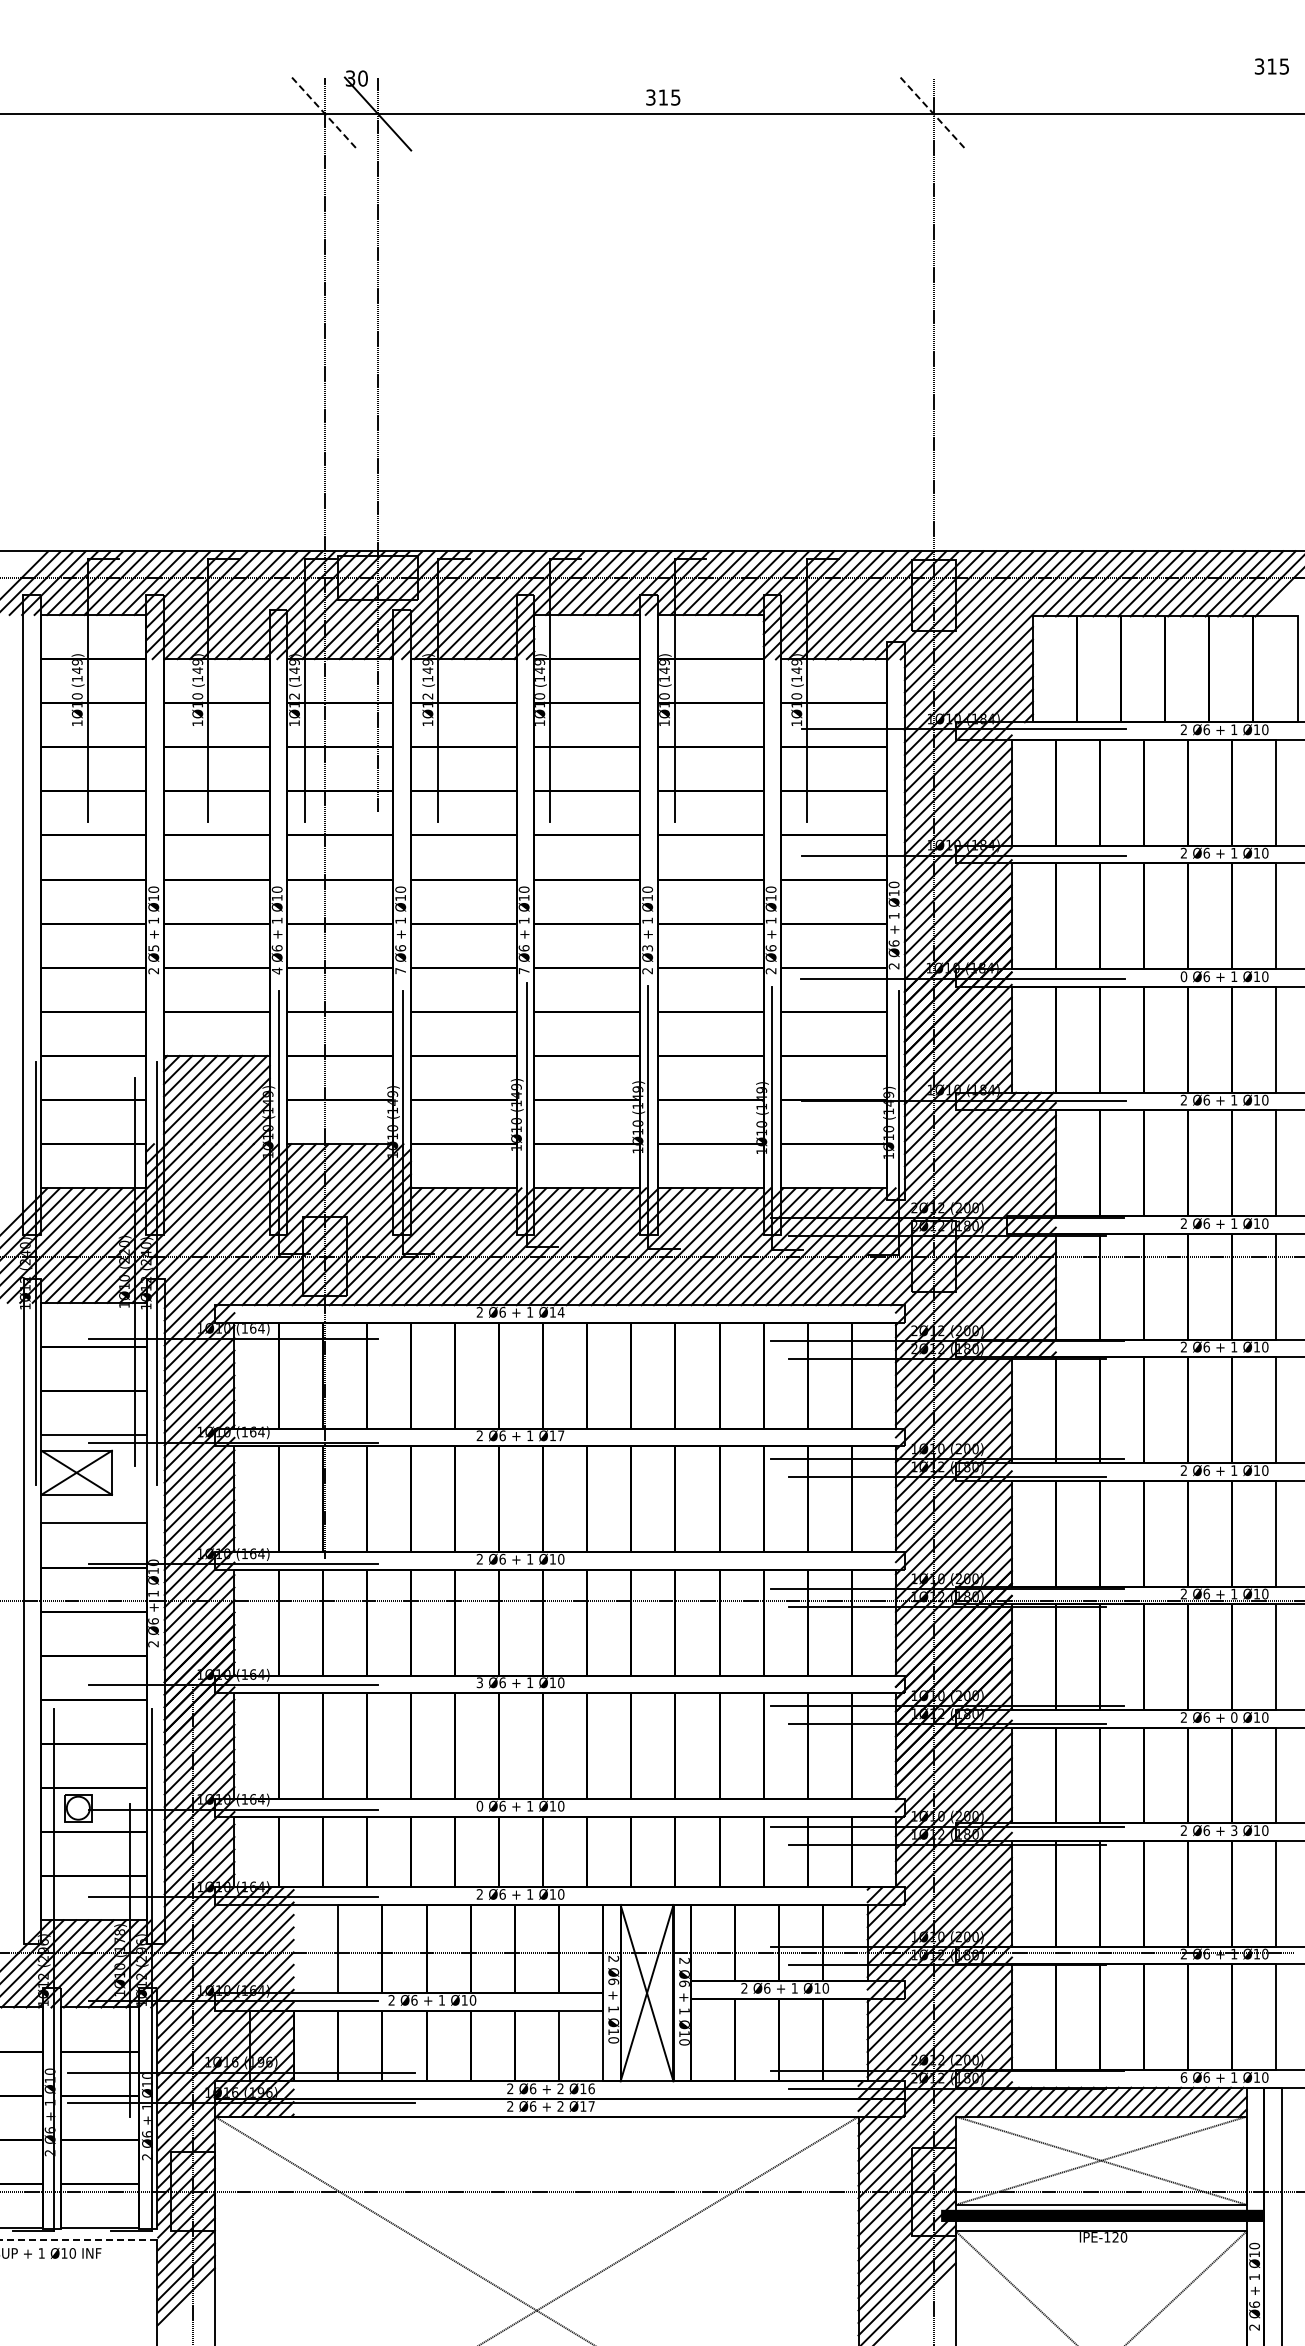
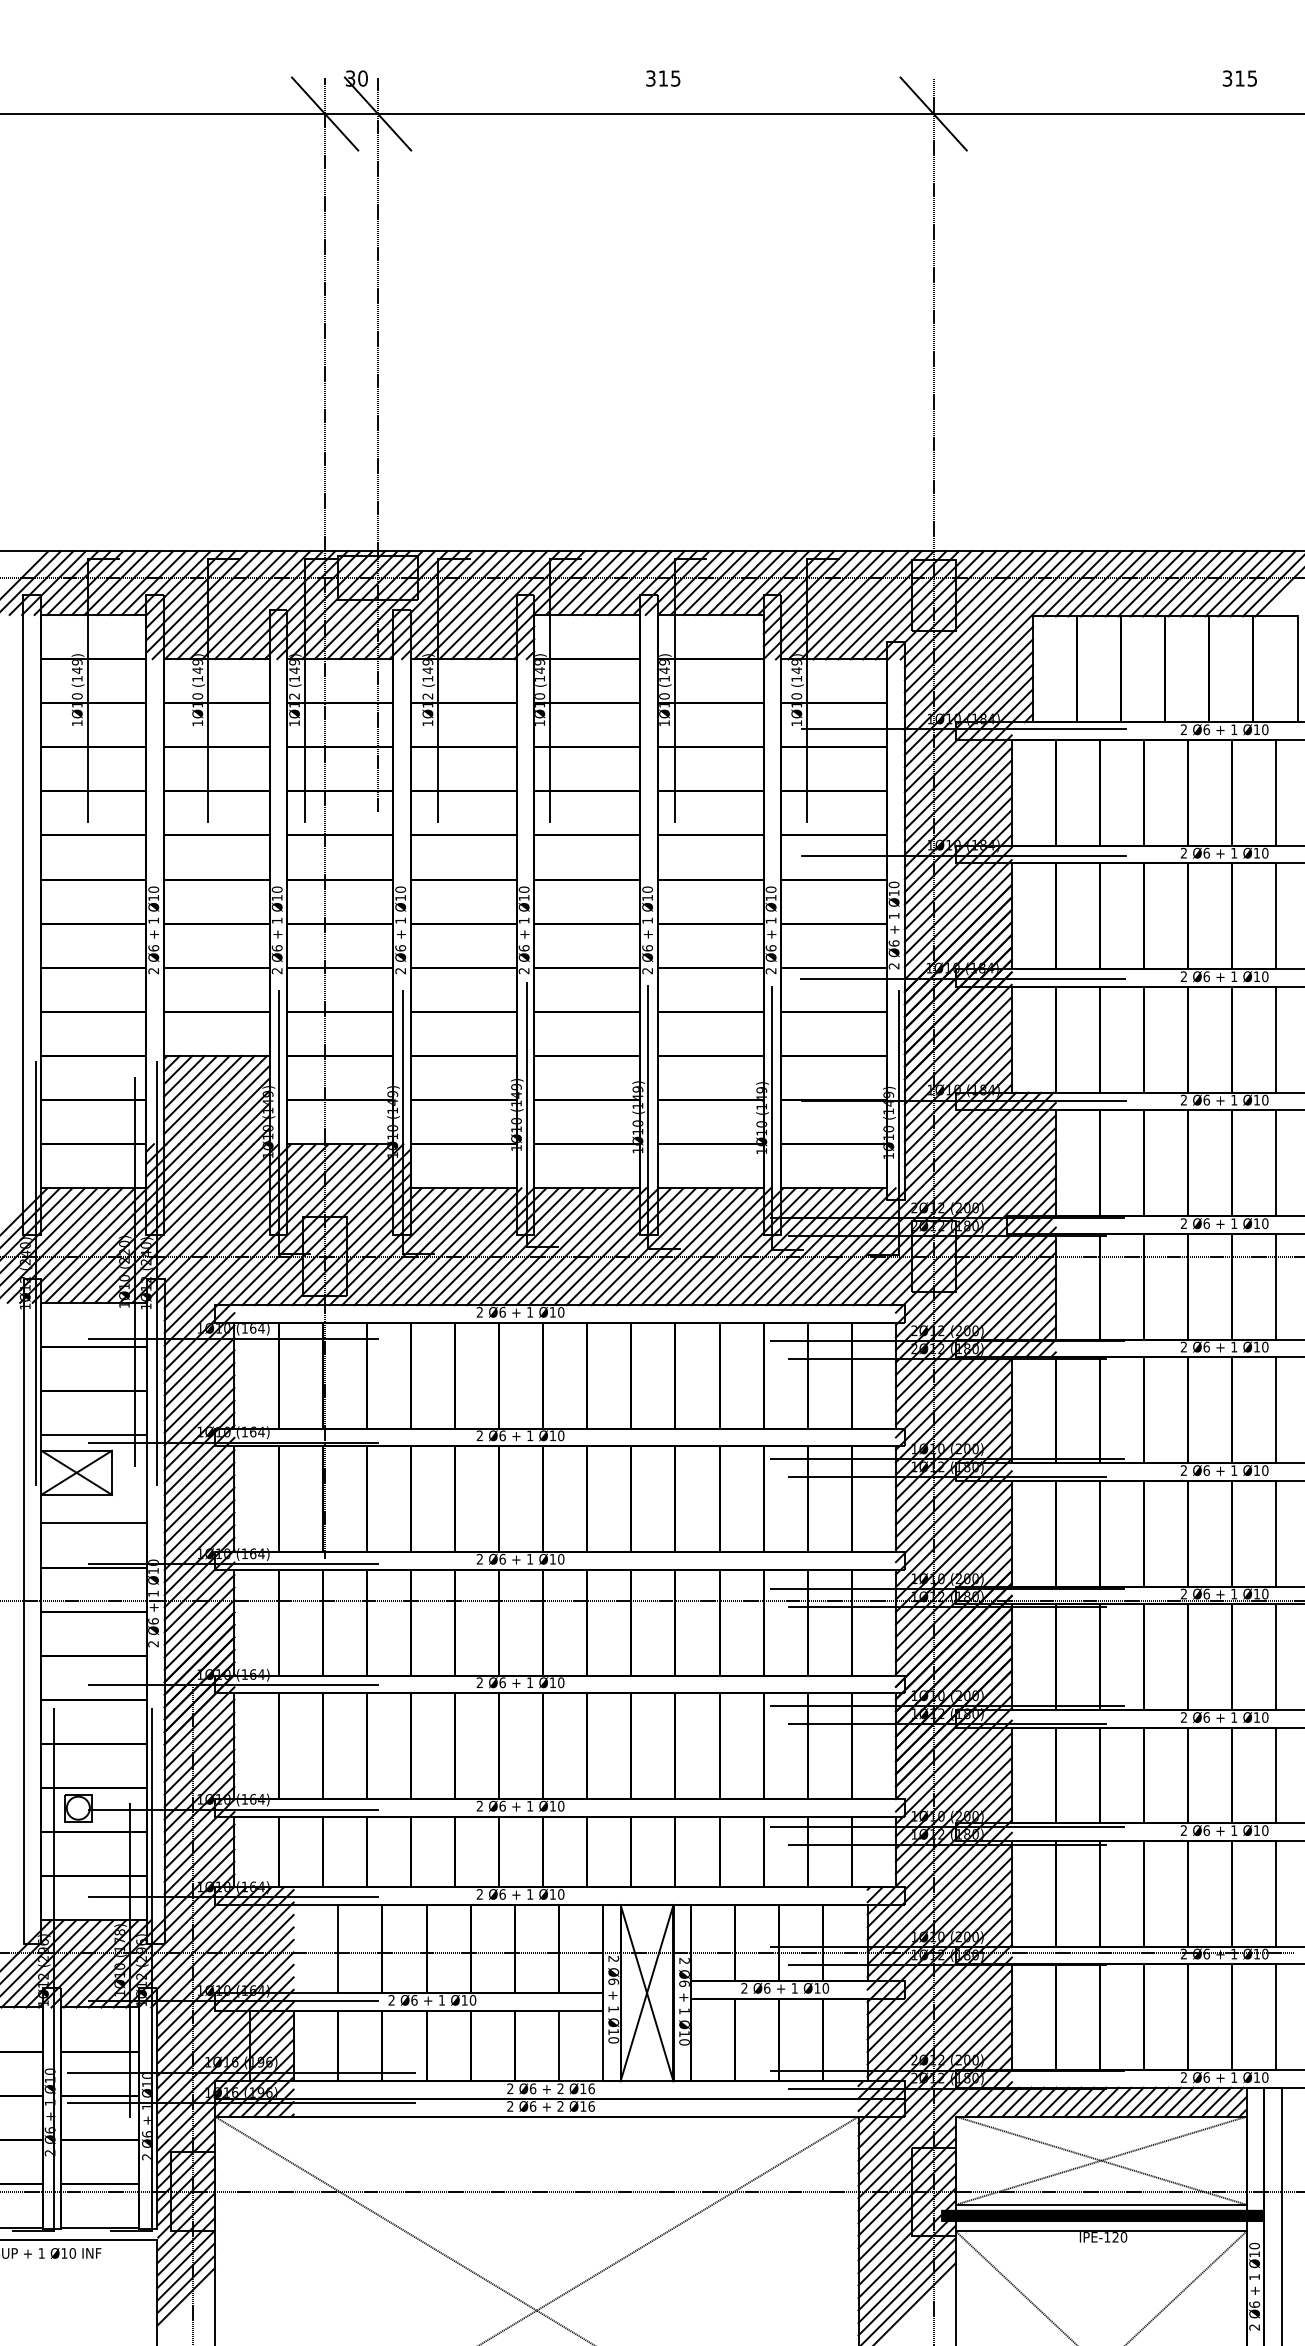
text at (1271, 66) position: (1271, 66) -> (1239, 78)
text at (663, 97) position: (663, 97) -> (663, 78)
line at (325, 114): dashed -> solid
line at (934, 114): dashed -> solid
text at (153, 948): Ø5 -> Ø6
text at (647, 948): Ø3 -> Ø6
text at (276, 970): 4 -> 2
text at (400, 971): 7 -> 2
text at (523, 971): 7 -> 2
text at (1183, 976): 0 -> 2
text at (560, 1312): Ø14 -> Ø10
text at (561, 1435): Ø17 -> Ø10
text at (479, 1683): 3 -> 2
text at (1234, 1717): 0 -> 1
text at (479, 1805): 0 -> 2
text at (1234, 1830): 3 -> 1
text at (1183, 2077): 6 -> 2
text at (591, 2106): Ø17 -> Ø16
line at (79, 2240): dashed -> solid
